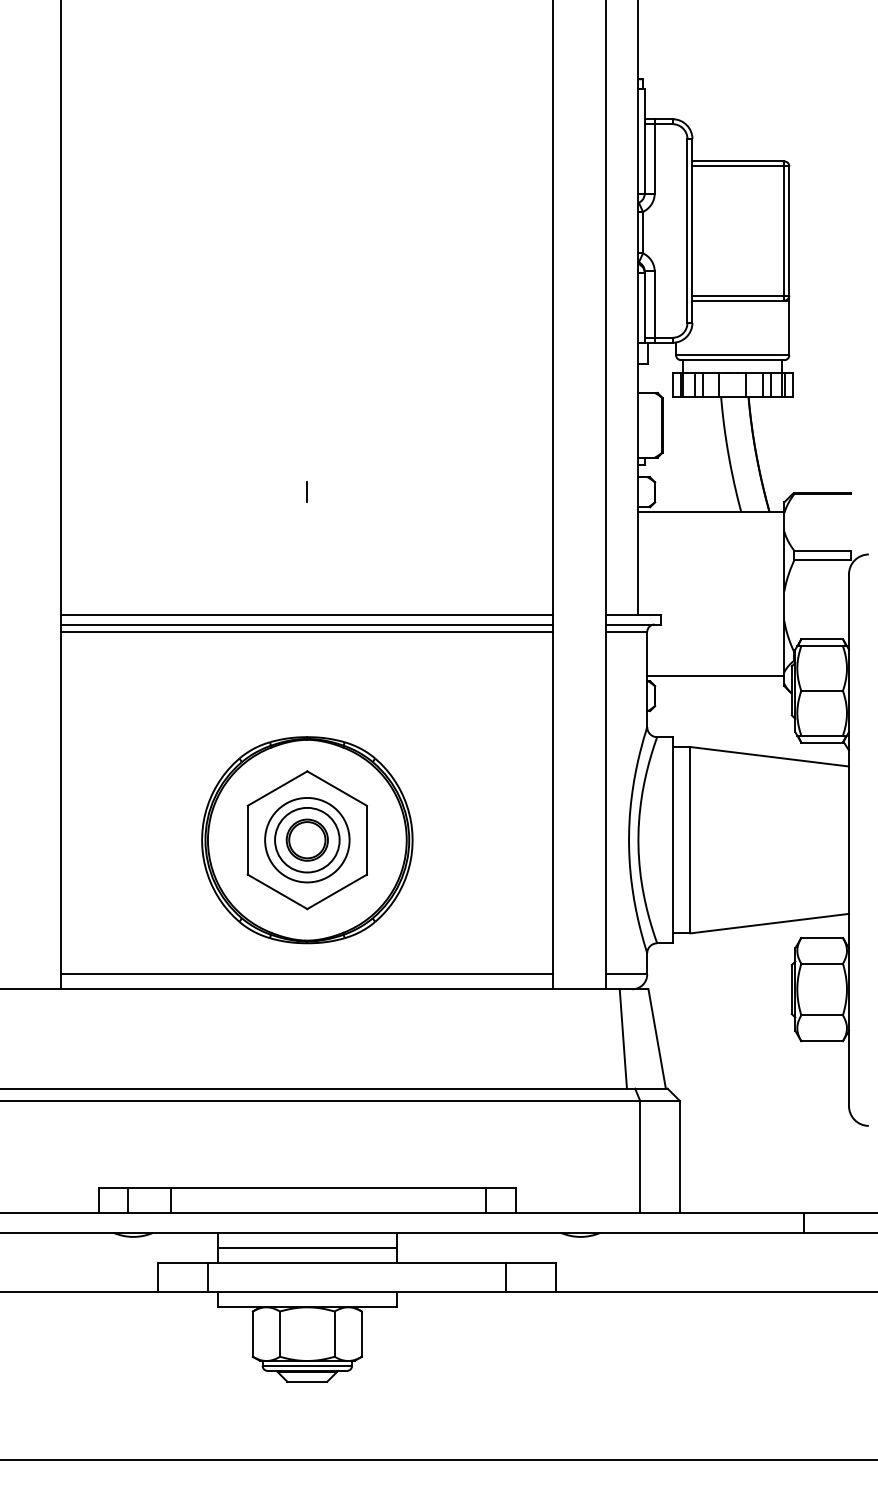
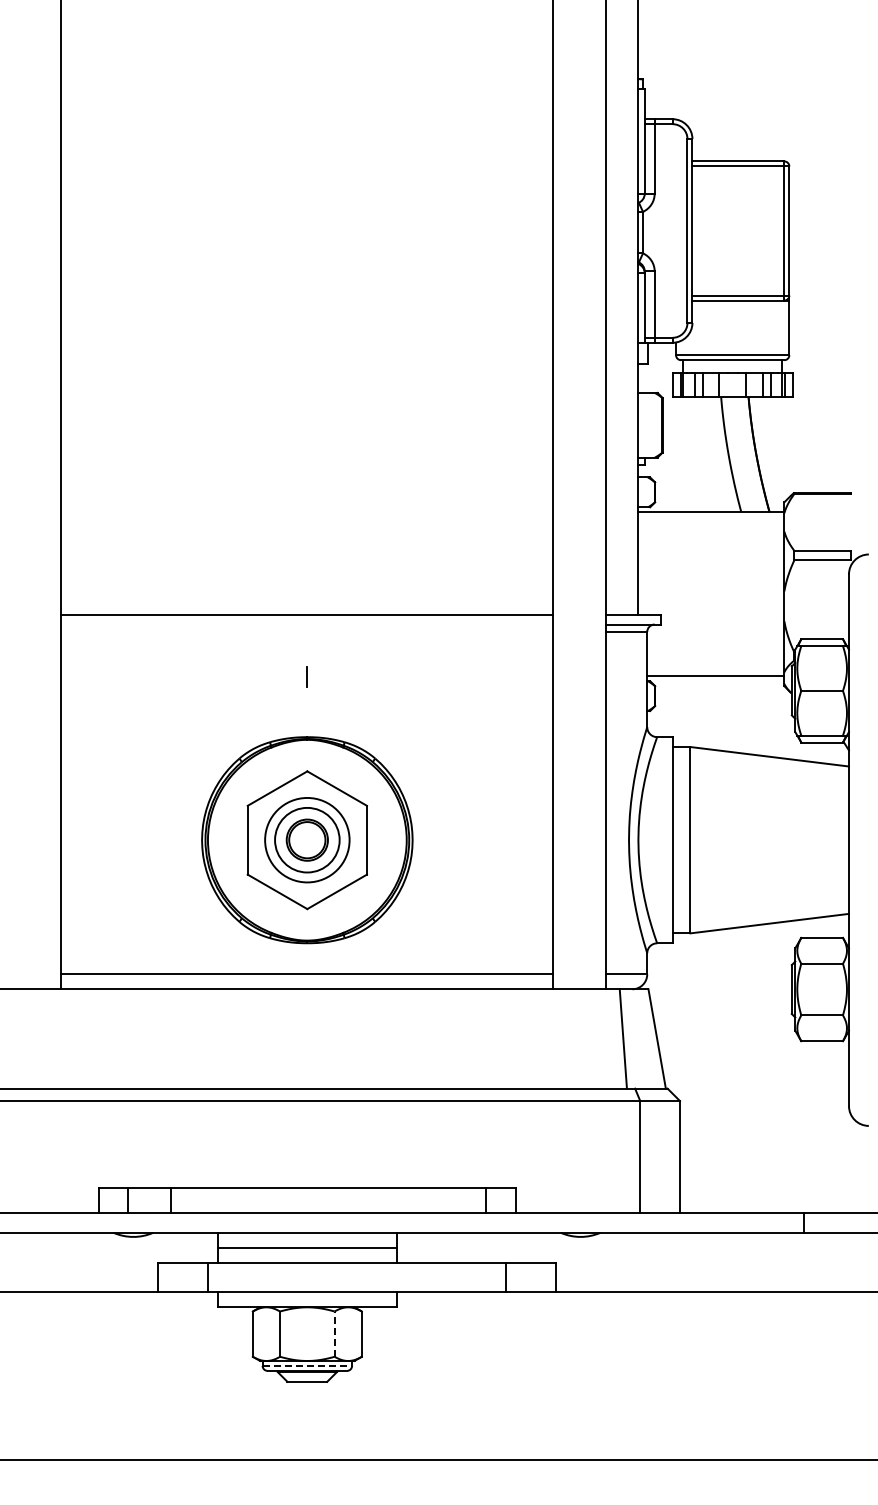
line at (306, 491) position: (306, 491) -> (306, 676)
line at (307, 624): present -> none
line at (307, 632): present -> none
line at (334, 1334): solid -> dashed
line at (307, 1365): solid -> dashed
